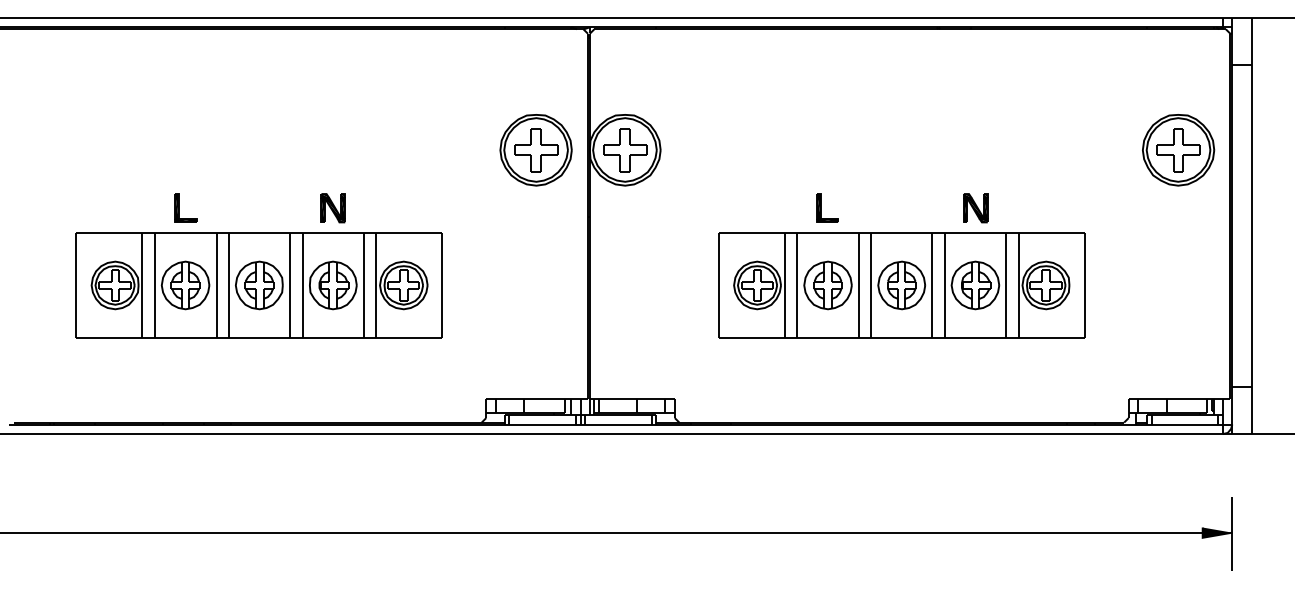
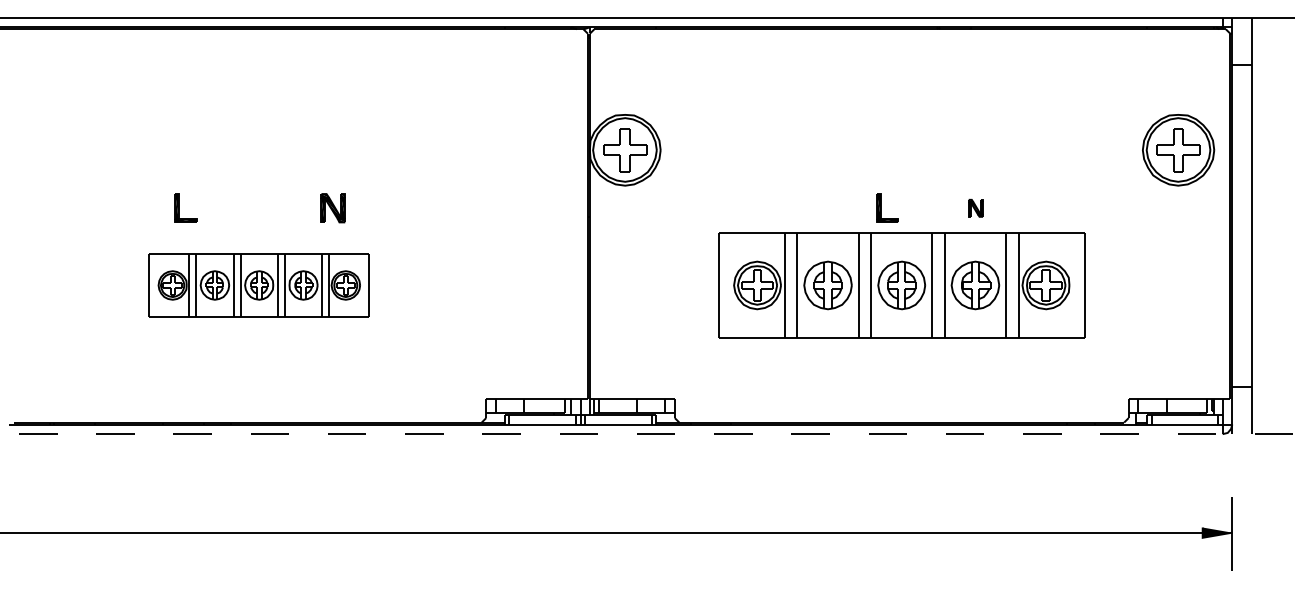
part at (535, 150): present -> none
part at (827, 207) position: (827, 207) -> (887, 207)
part at (975, 208) size: 26x31 px -> 16x20 px
part at (258, 285) size: 368x107 px -> 222x65 px
line at (647, 434): solid -> dashed
